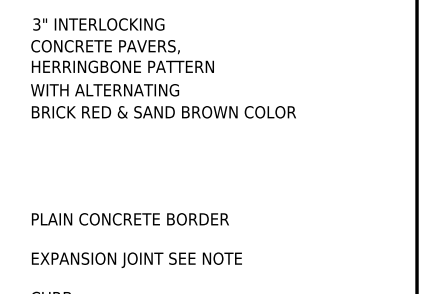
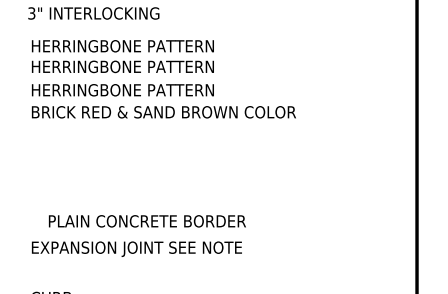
text at (98, 24) position: (98, 24) -> (93, 13)
text at (122, 47): CONCRETE PAVERS, -> HERRINGBONE PATTERN
text at (122, 90): WITH ALTERNATING -> HERRINGBONE PATTERN
text at (130, 219) position: (130, 219) -> (147, 221)
text at (136, 259) position: (136, 259) -> (136, 248)
